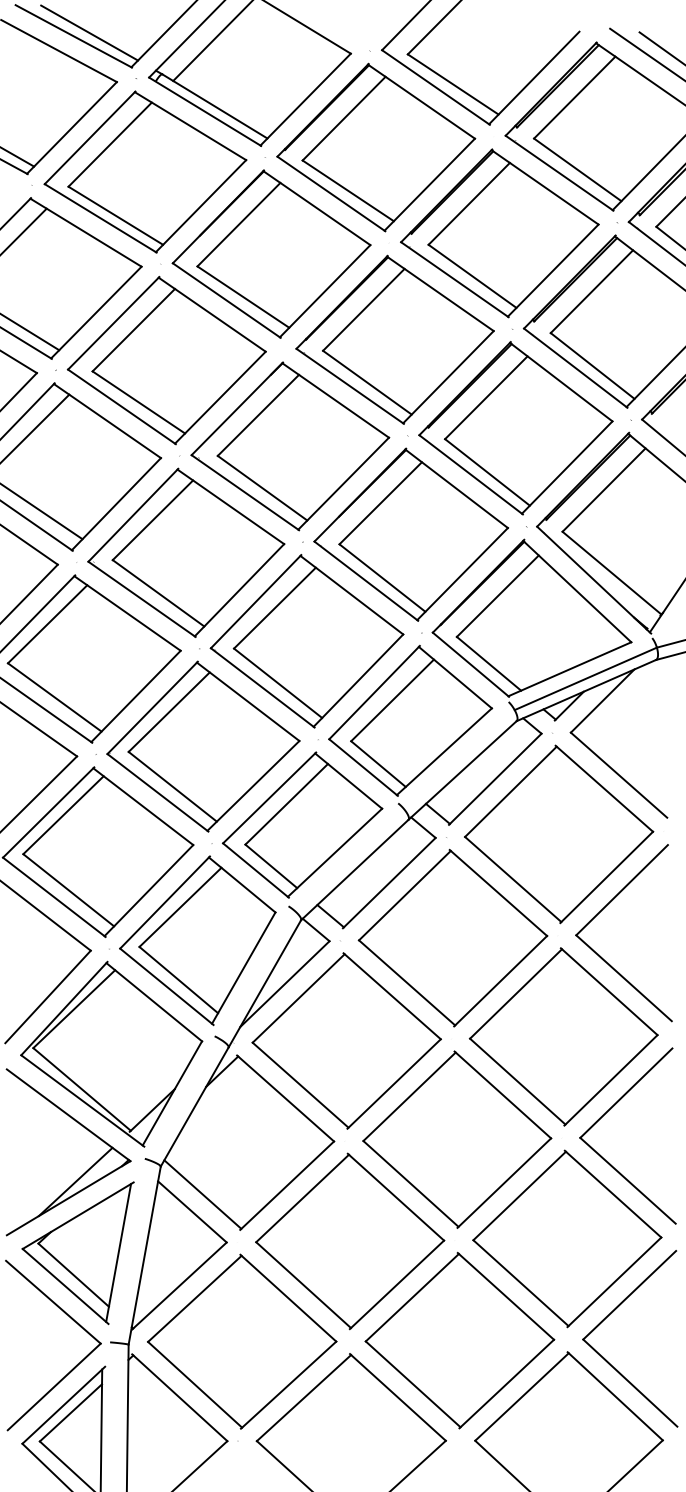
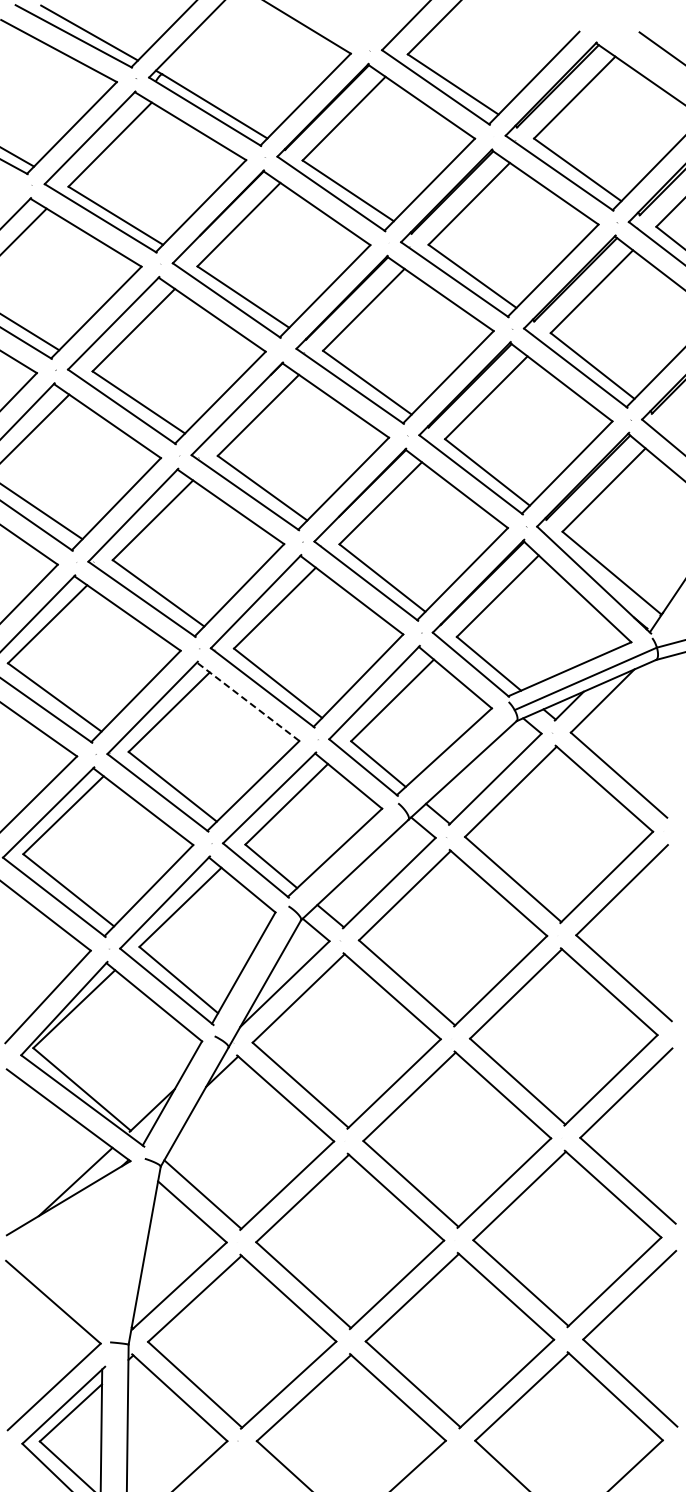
line at (212, 41): present -> none
line at (646, 53): present -> none
line at (248, 701): solid -> dashed
part at (77, 1253): present -> none
